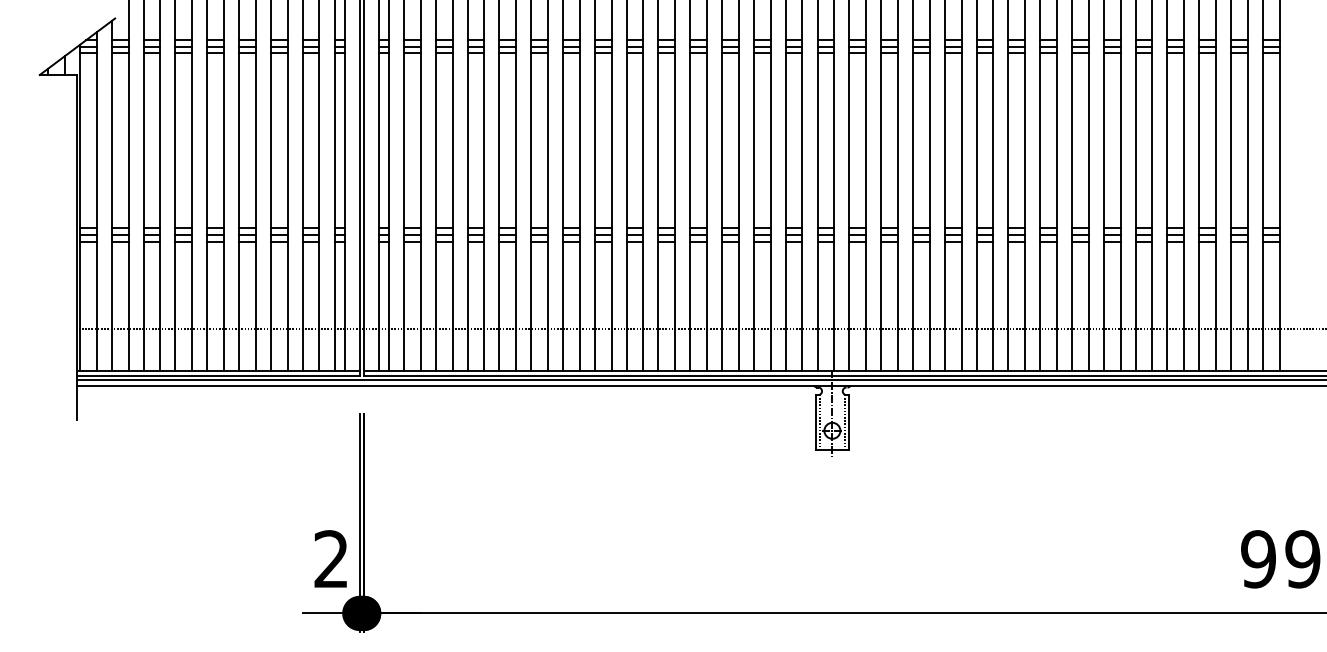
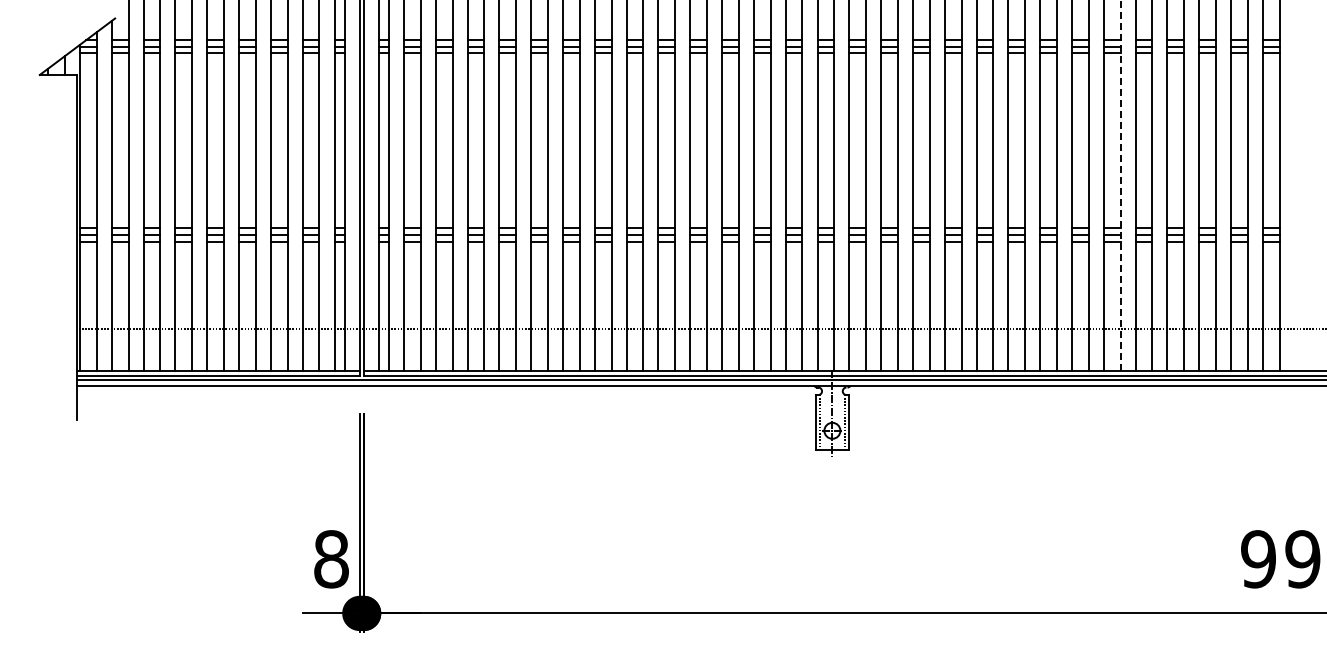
line at (1120, 185): solid -> dashed
text at (331, 559): 2 -> 8
